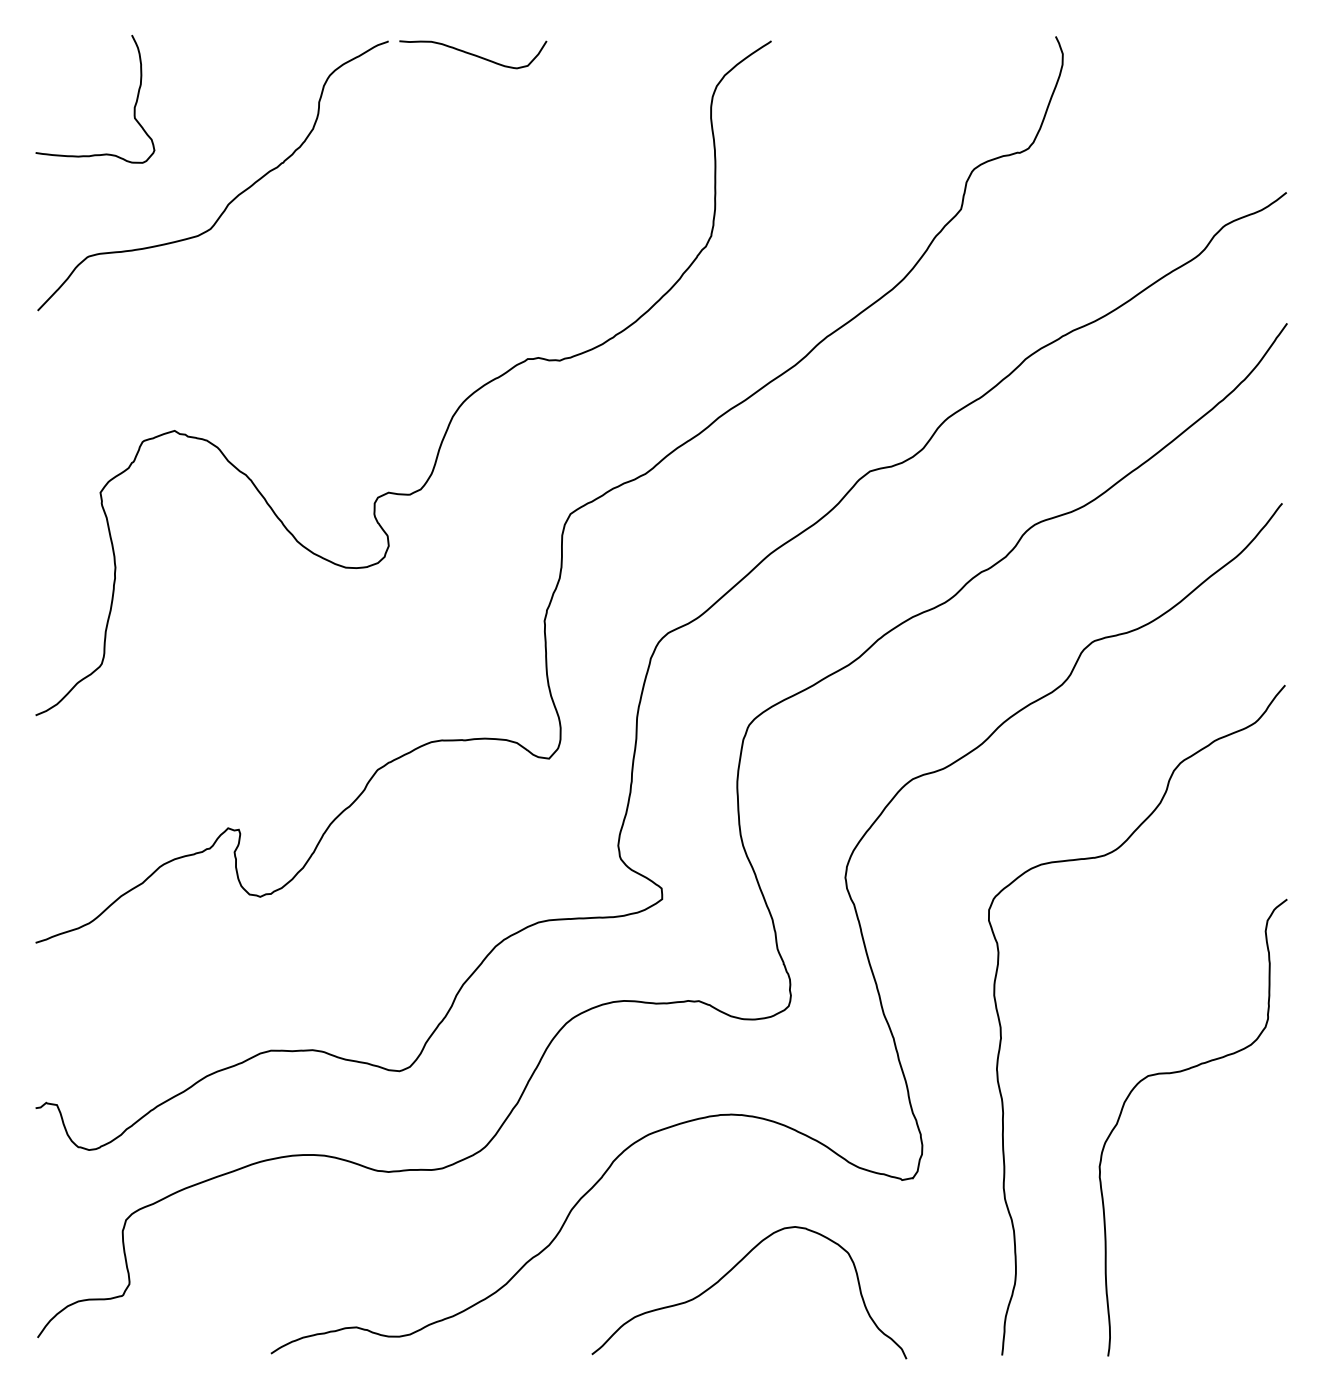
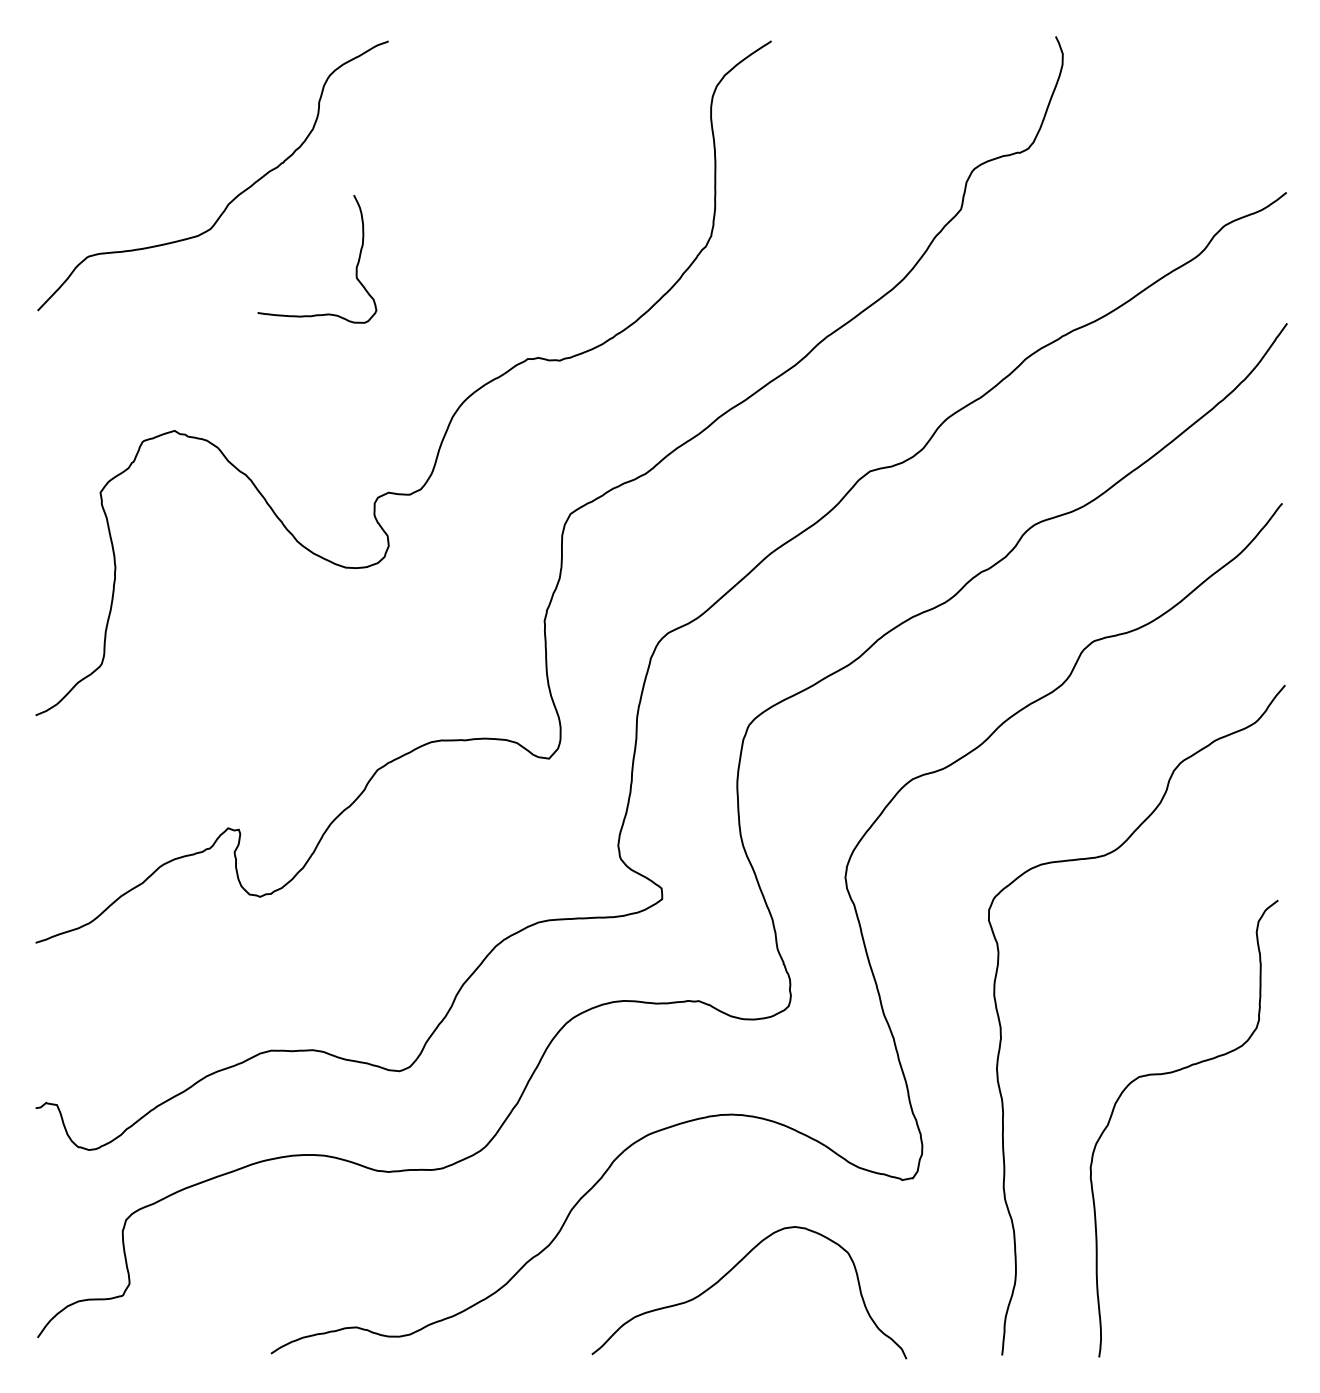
curve at (473, 54): present -> none
curve at (133, 107) position: (133, 107) -> (355, 267)
curve at (1181, 1072) position: (1181, 1072) -> (1172, 1073)
